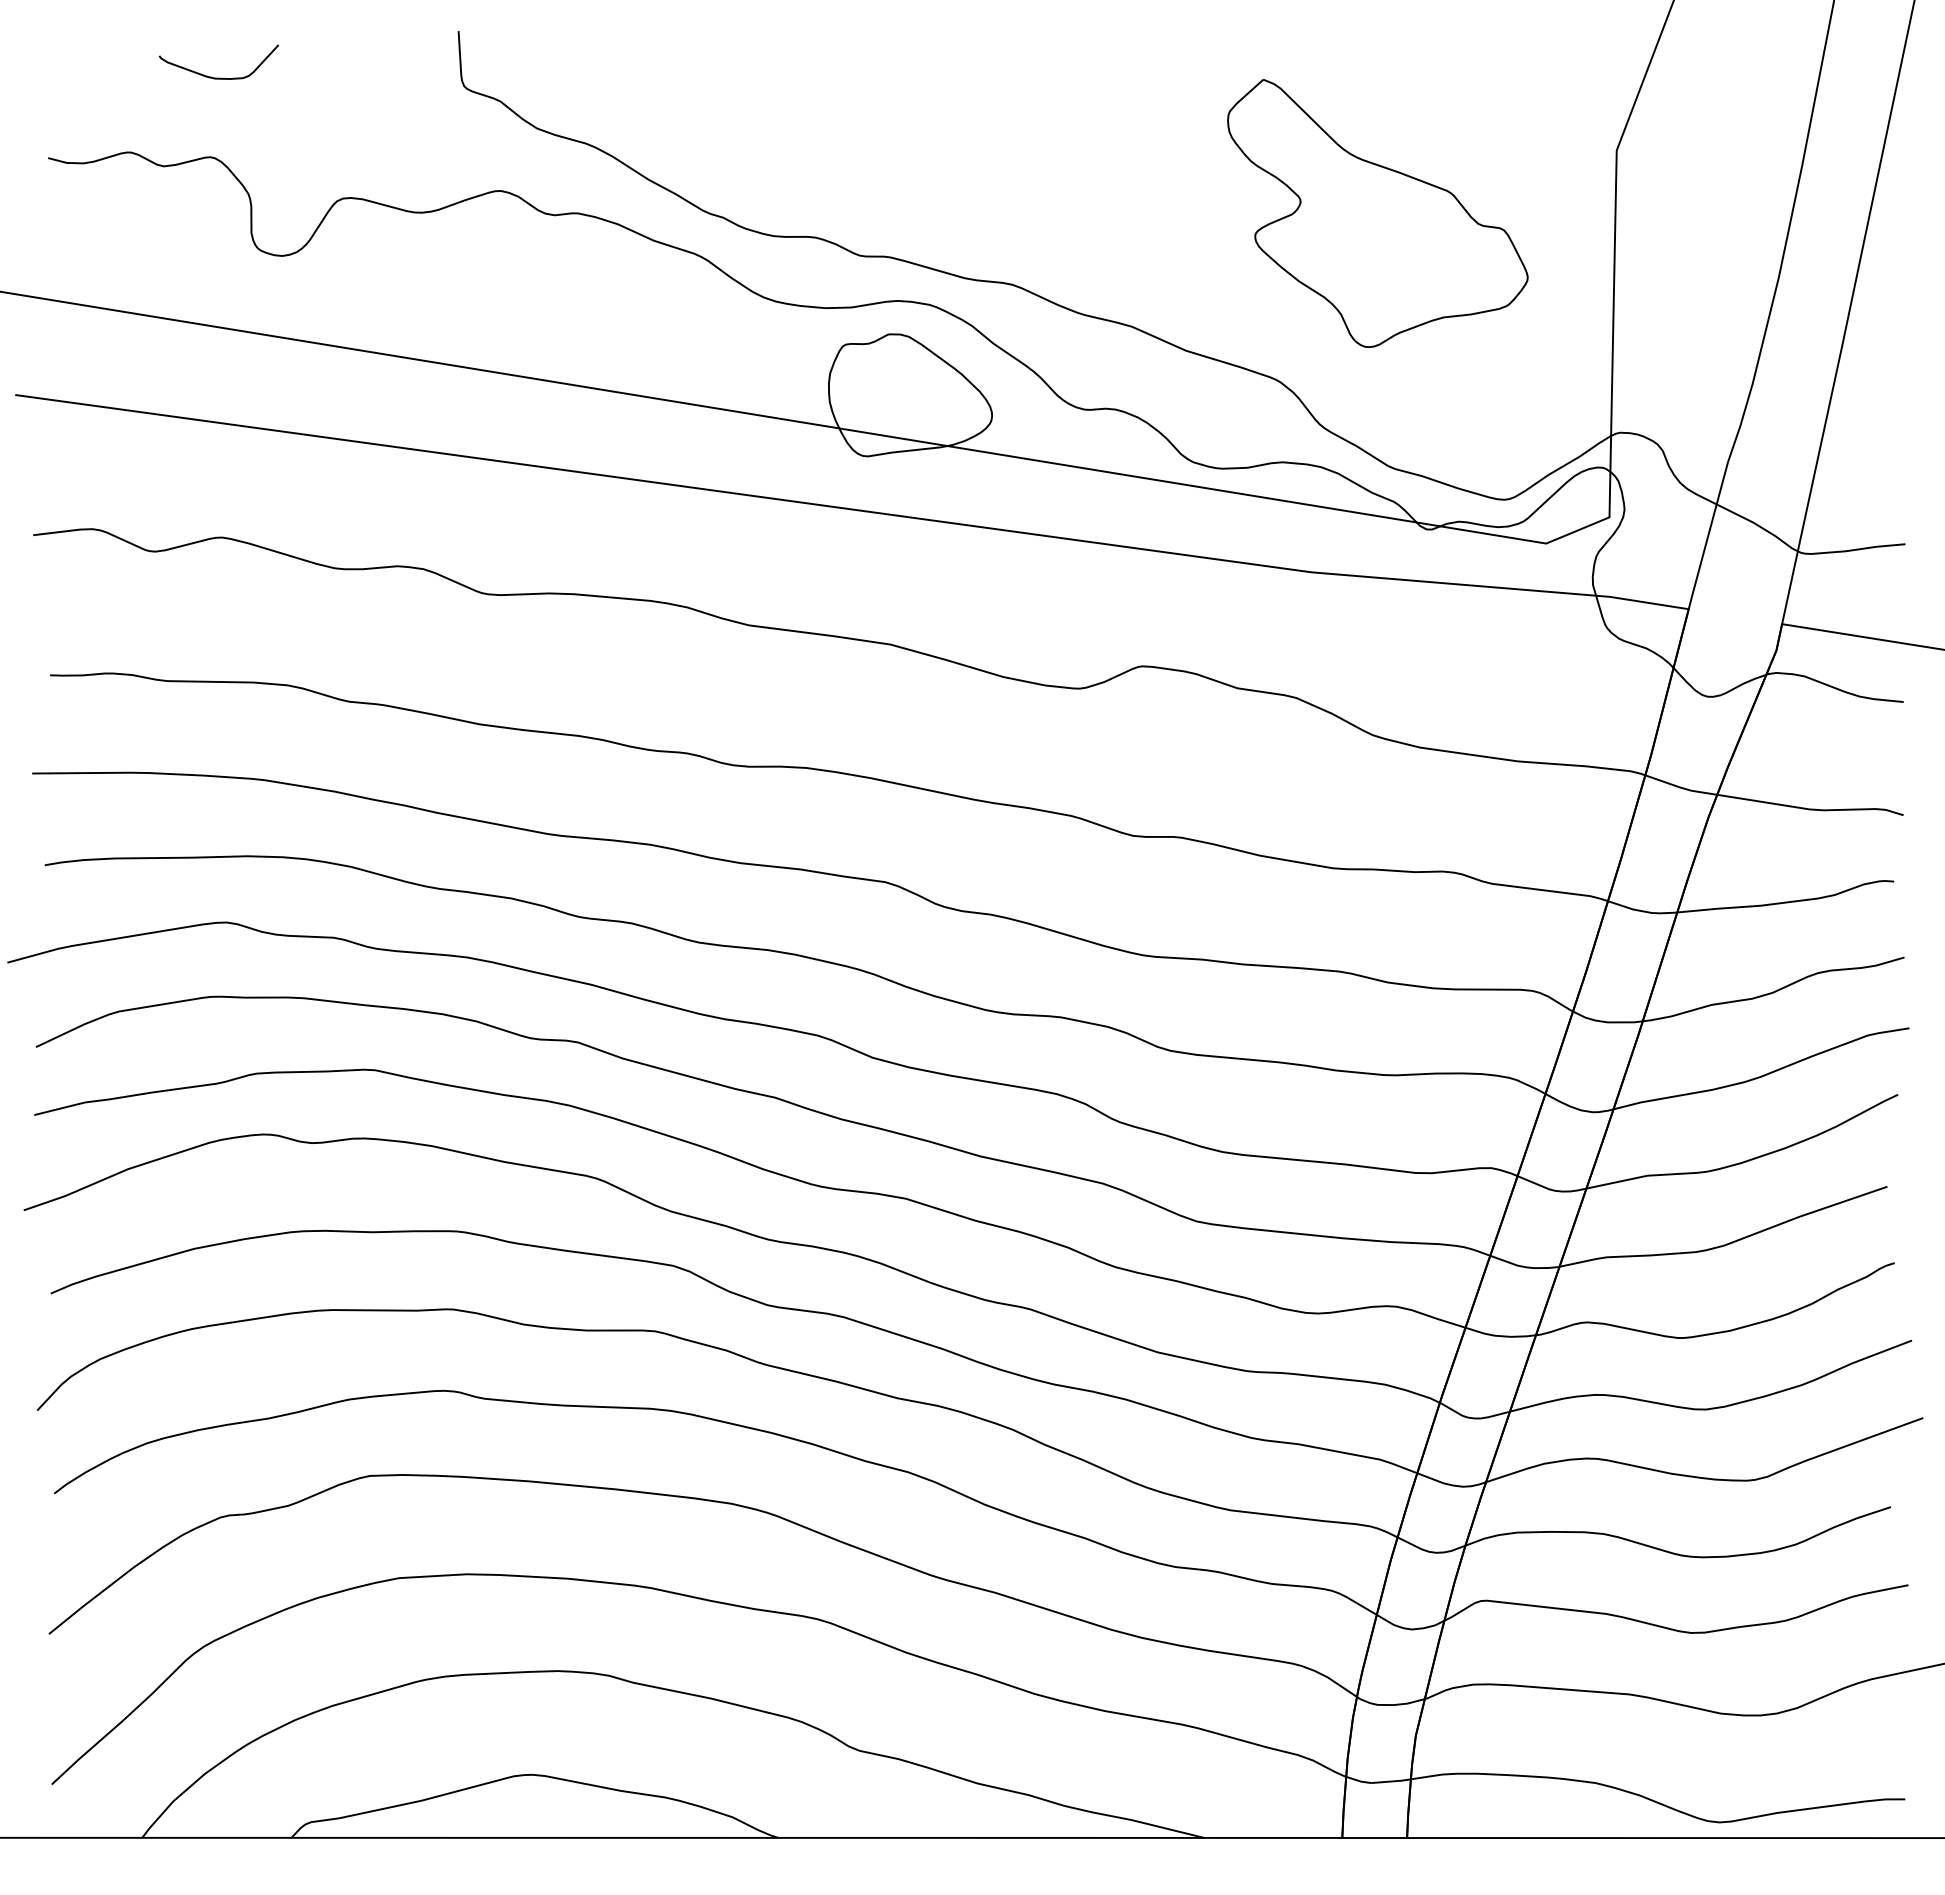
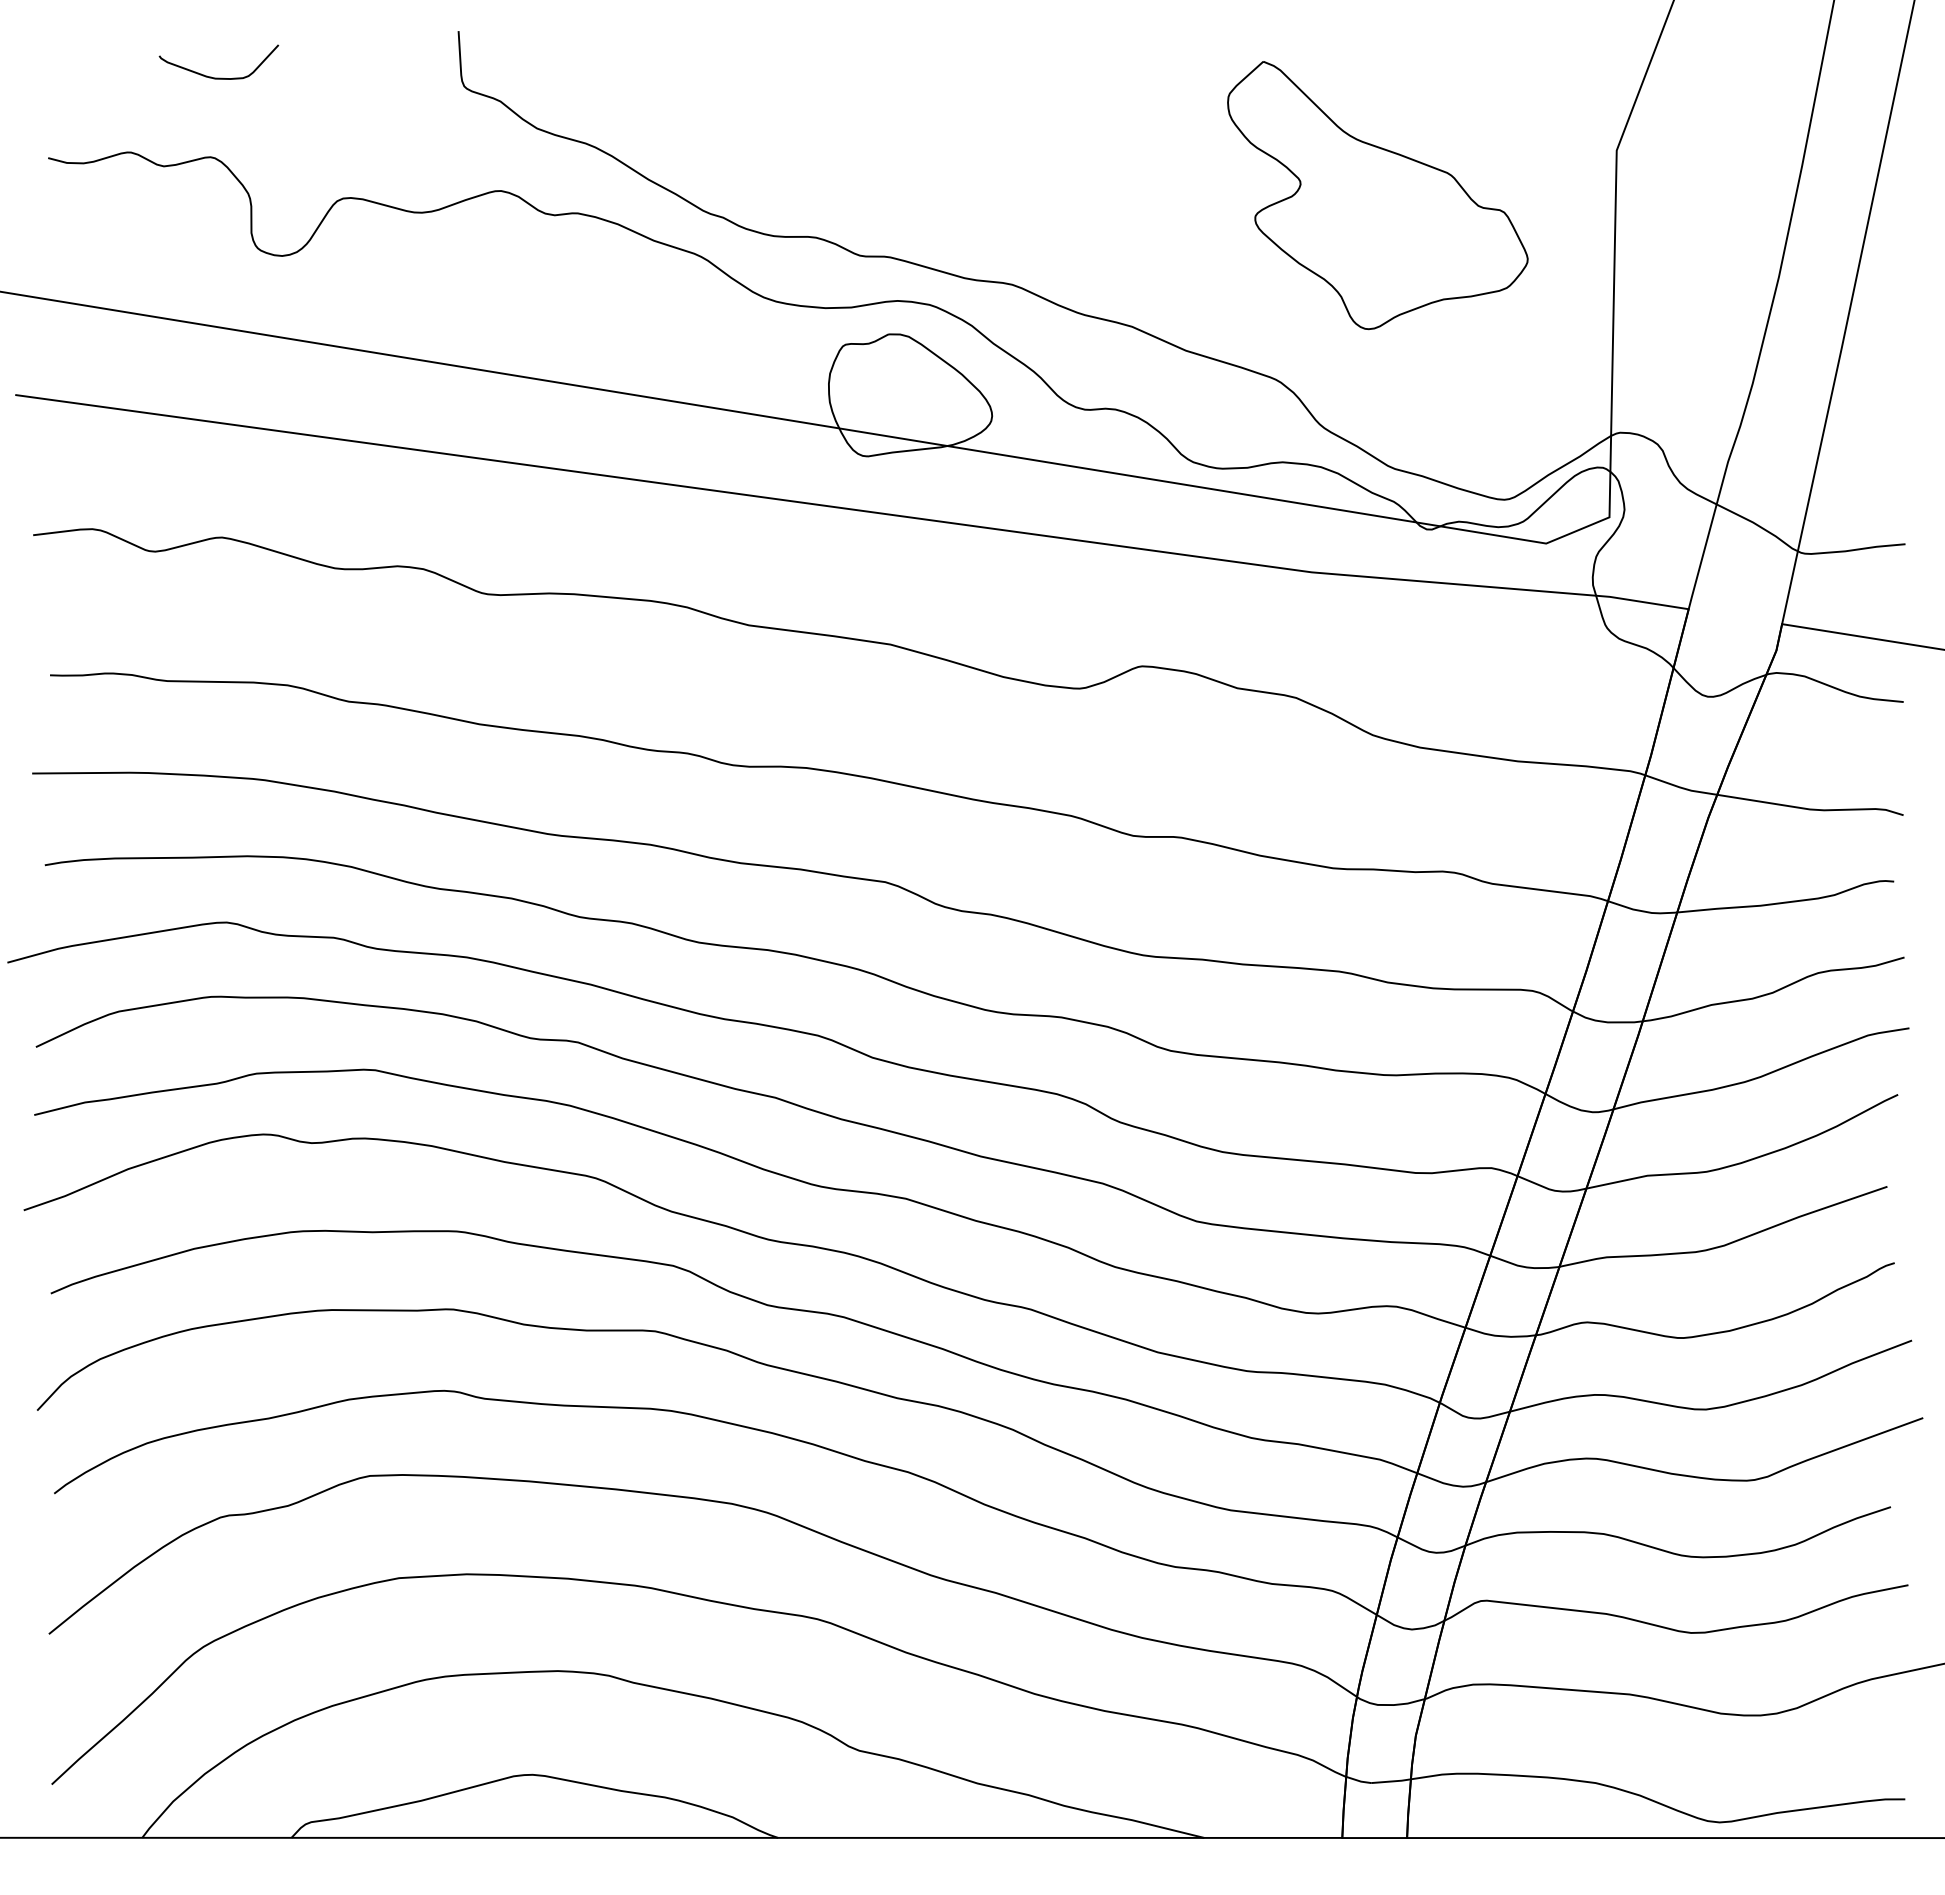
part at (1377, 213) position: (1377, 213) -> (1377, 195)
